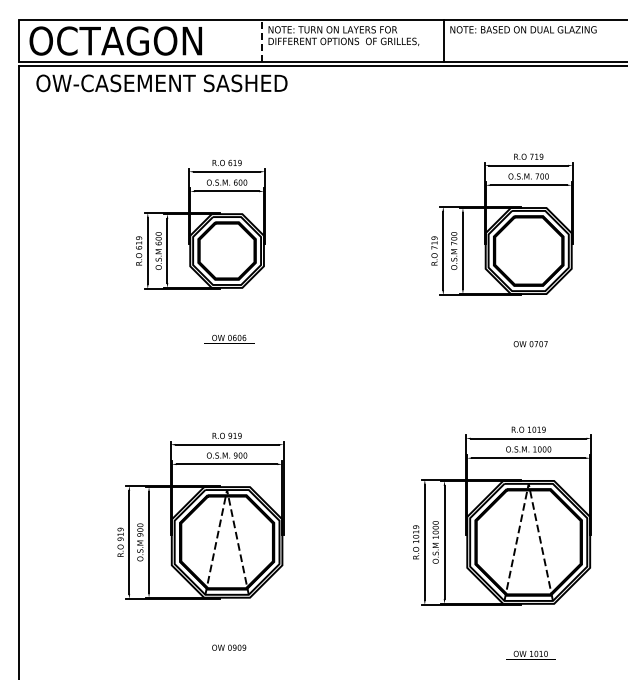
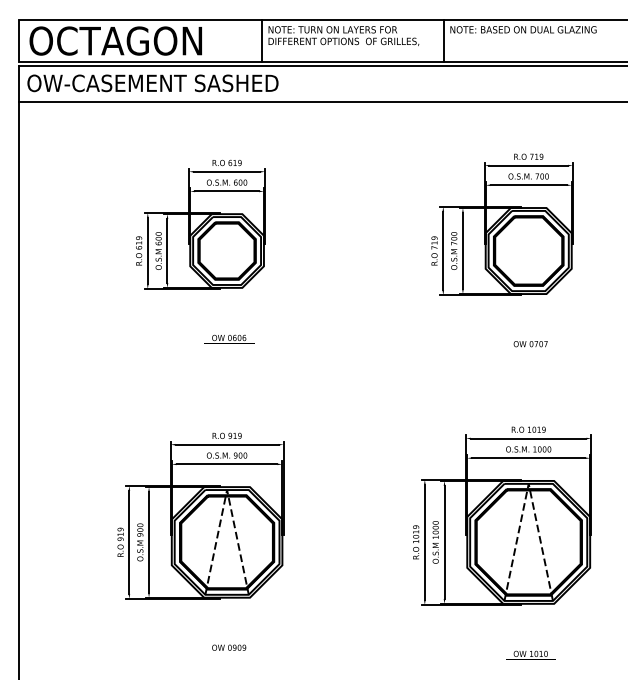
line at (262, 41): dashed -> solid
text at (161, 83) position: (161, 83) -> (152, 83)
line at (321, 101): none -> present
